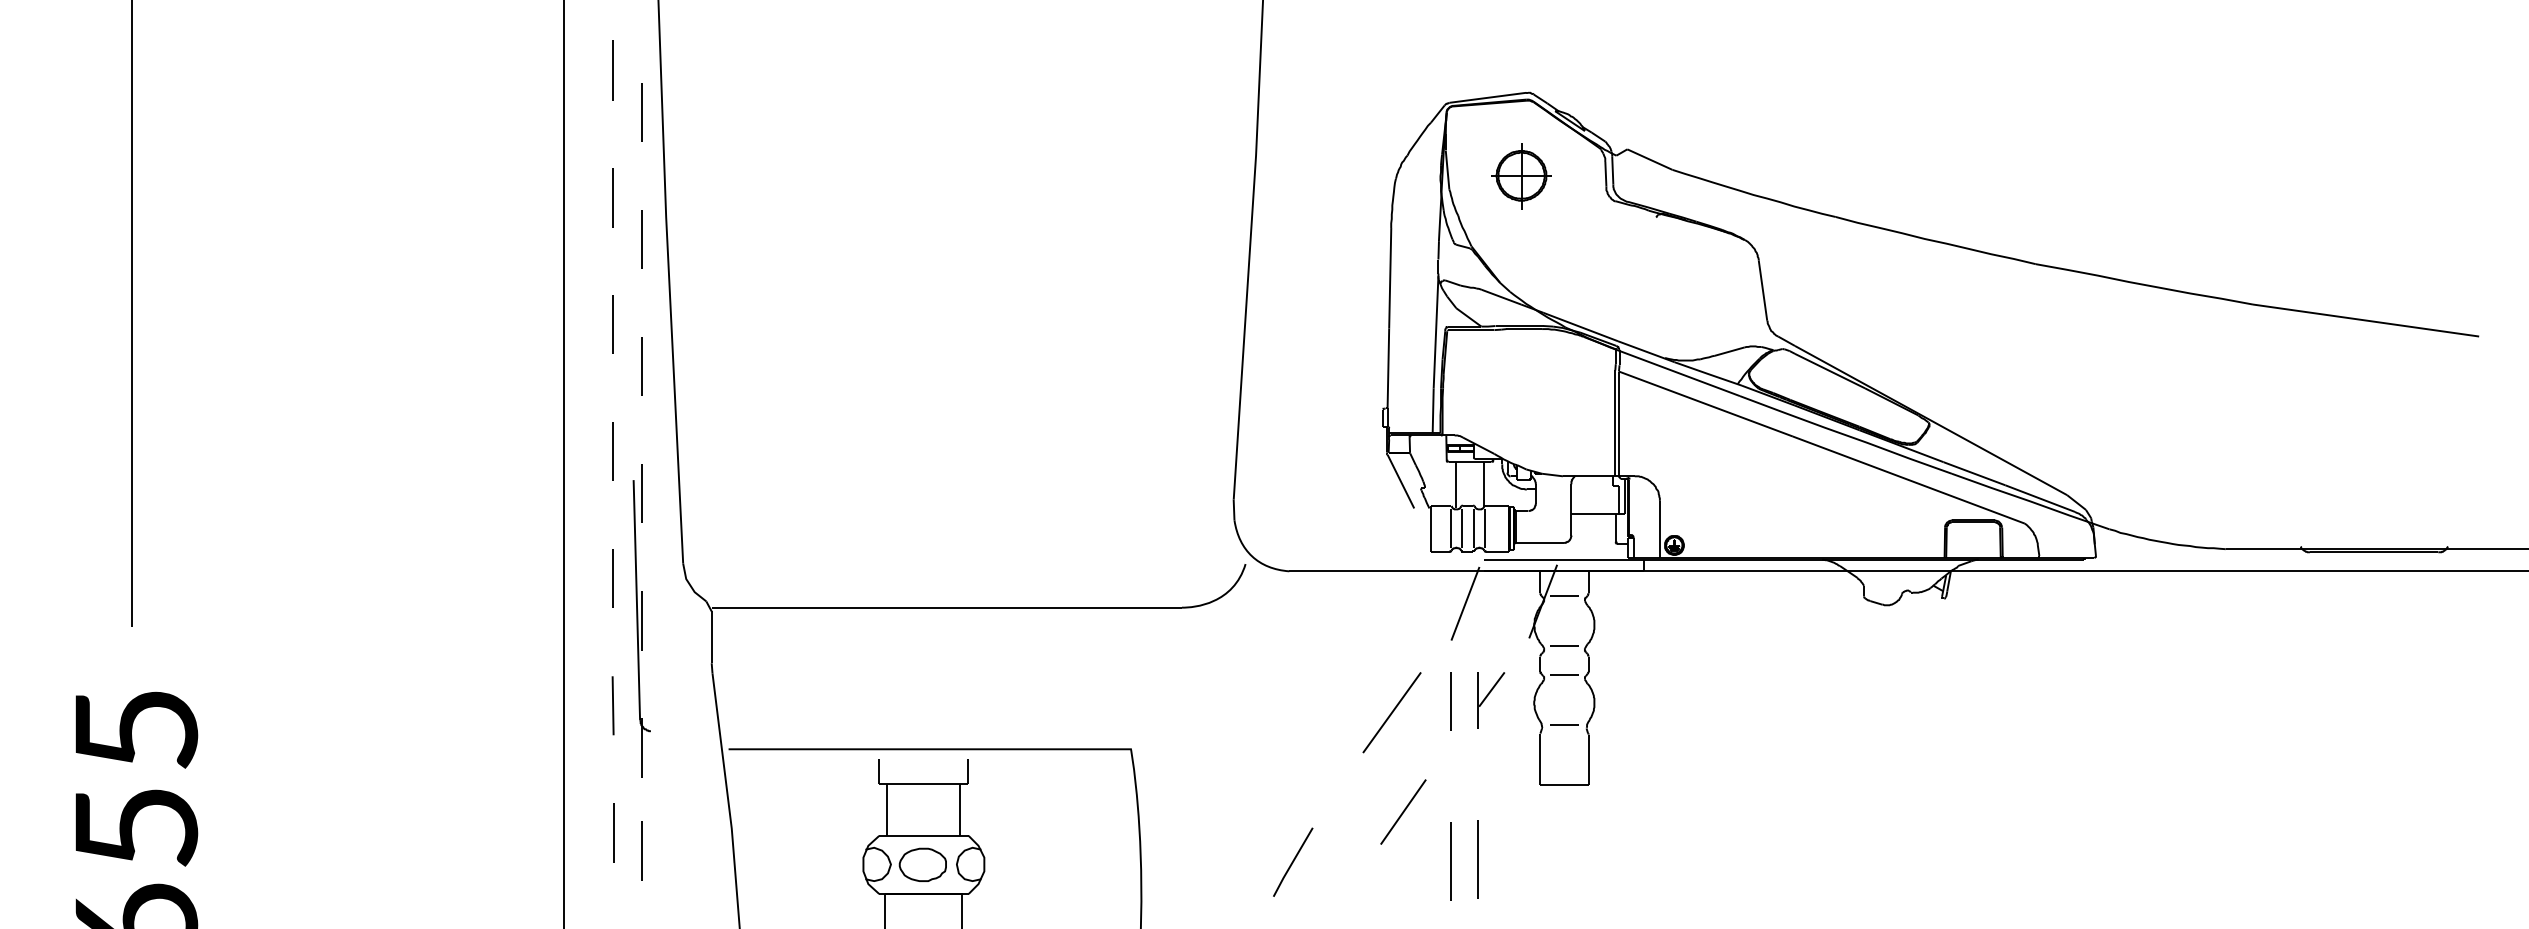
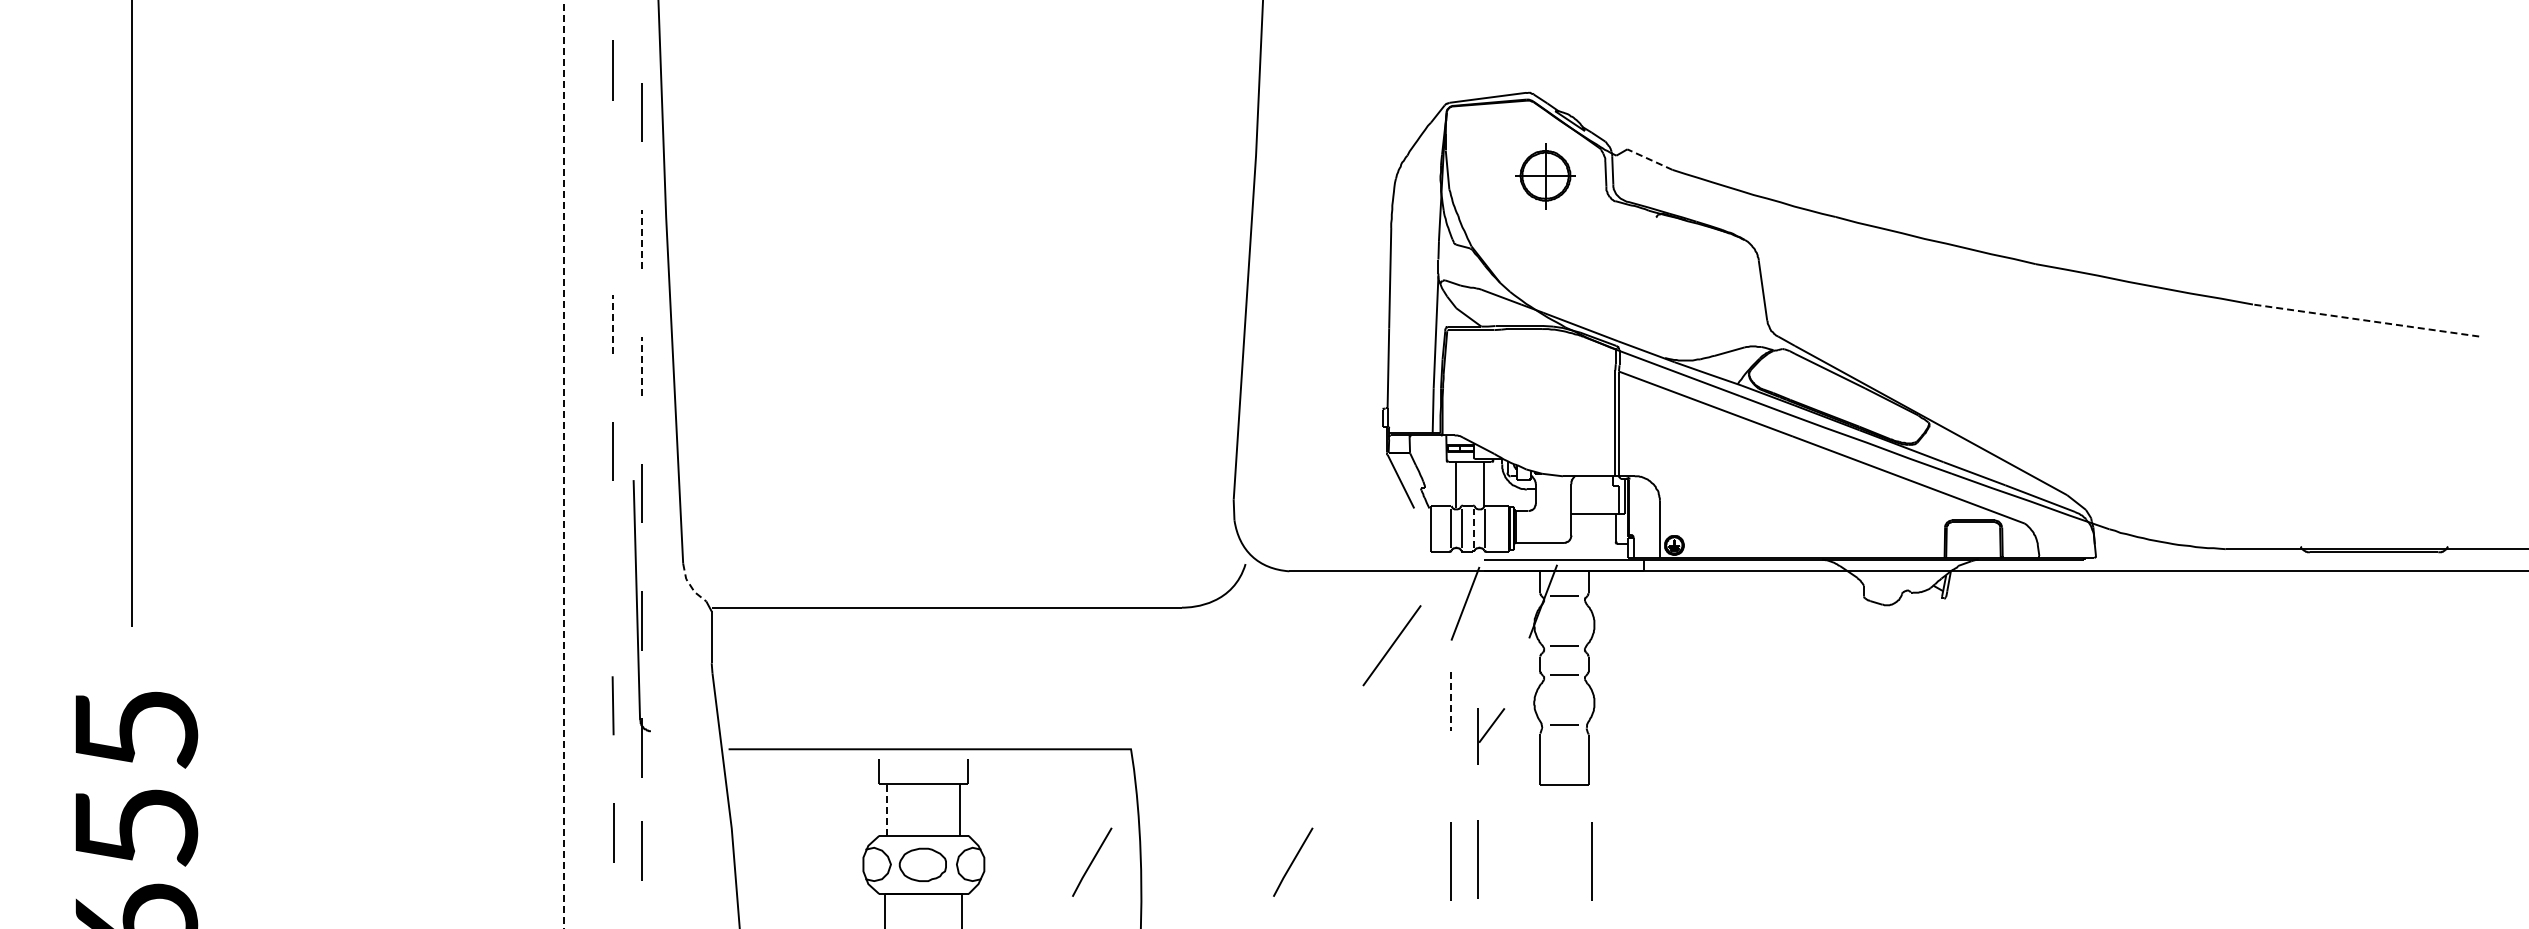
line at (1649, 159): solid -> dashed
part at (1521, 176) position: (1521, 176) -> (1545, 176)
line at (612, 197): present -> none
line at (642, 239): solid -> dashed
line at (2365, 320): solid -> dashed
line at (612, 324): solid -> dashed
line at (642, 366): solid -> dashed
line at (564, 464): solid -> dashed
line at (1473, 528): solid -> dashed
line at (612, 578): present -> none
line at (690, 585): solid -> dashed
part at (1491, 700) position: (1491, 700) -> (1491, 736)
line at (1450, 701): solid -> dashed
line at (1391, 712) position: (1391, 712) -> (1391, 645)
line at (886, 809): solid -> dashed
line at (1403, 811): present -> none
line at (1092, 861): none -> present
line at (1591, 861): none -> present
